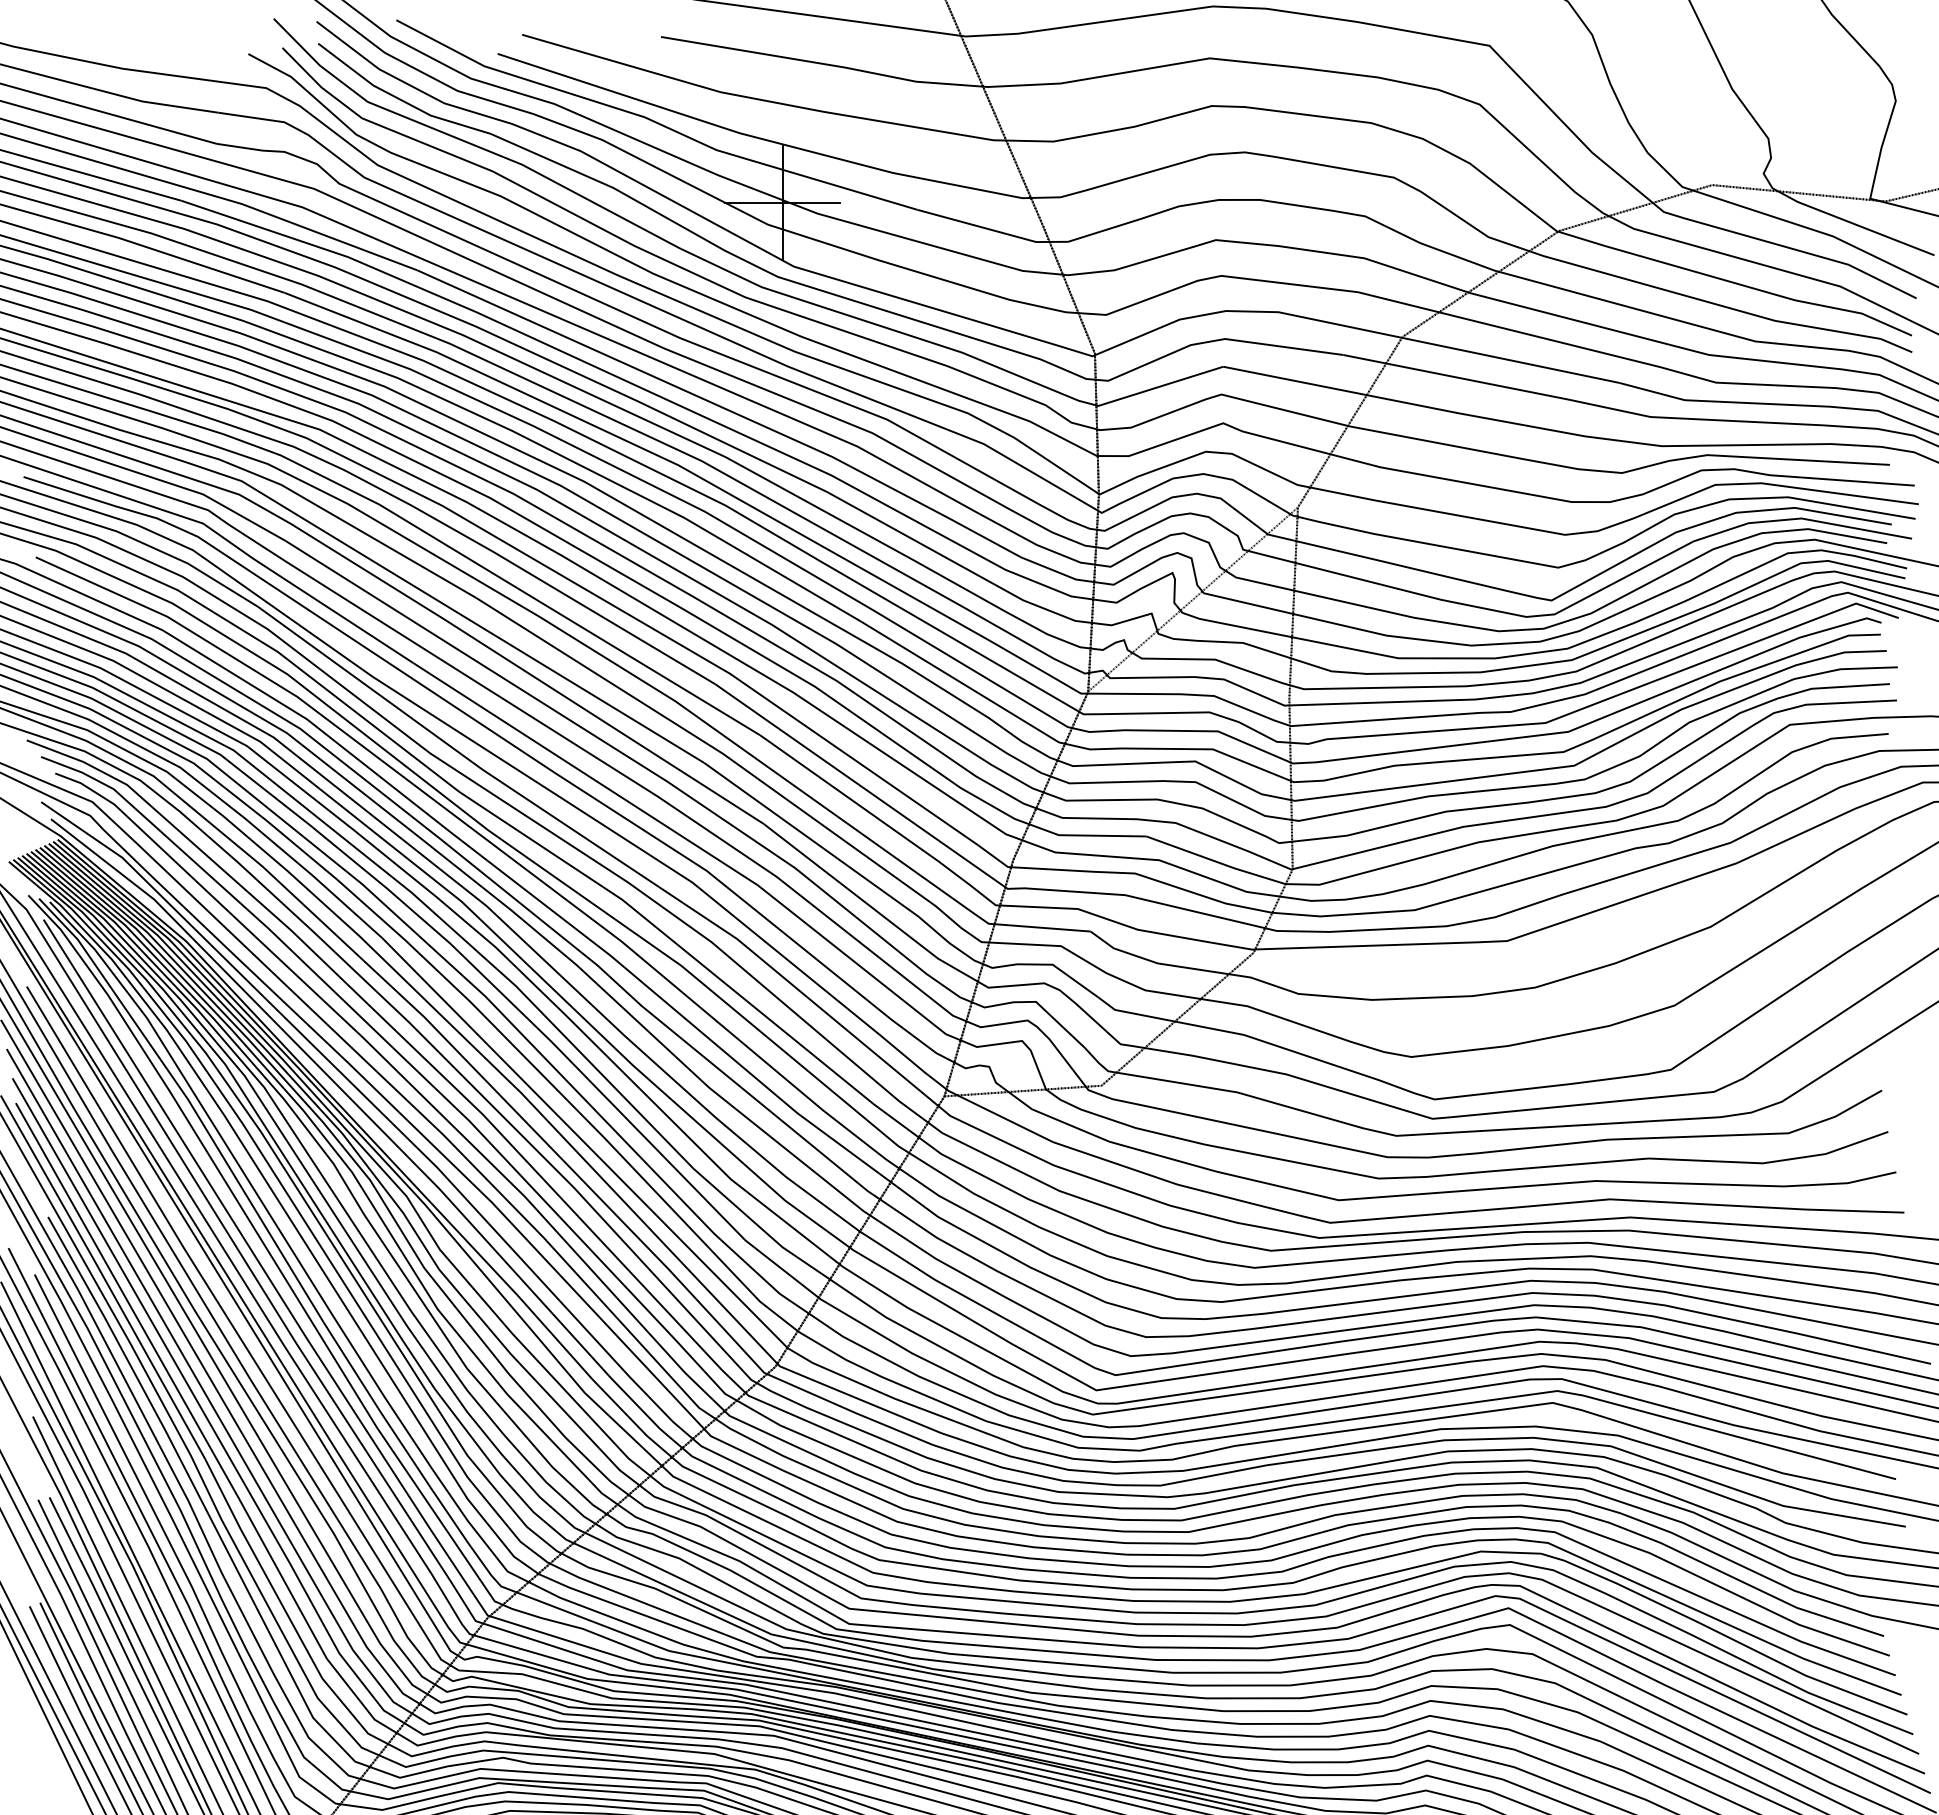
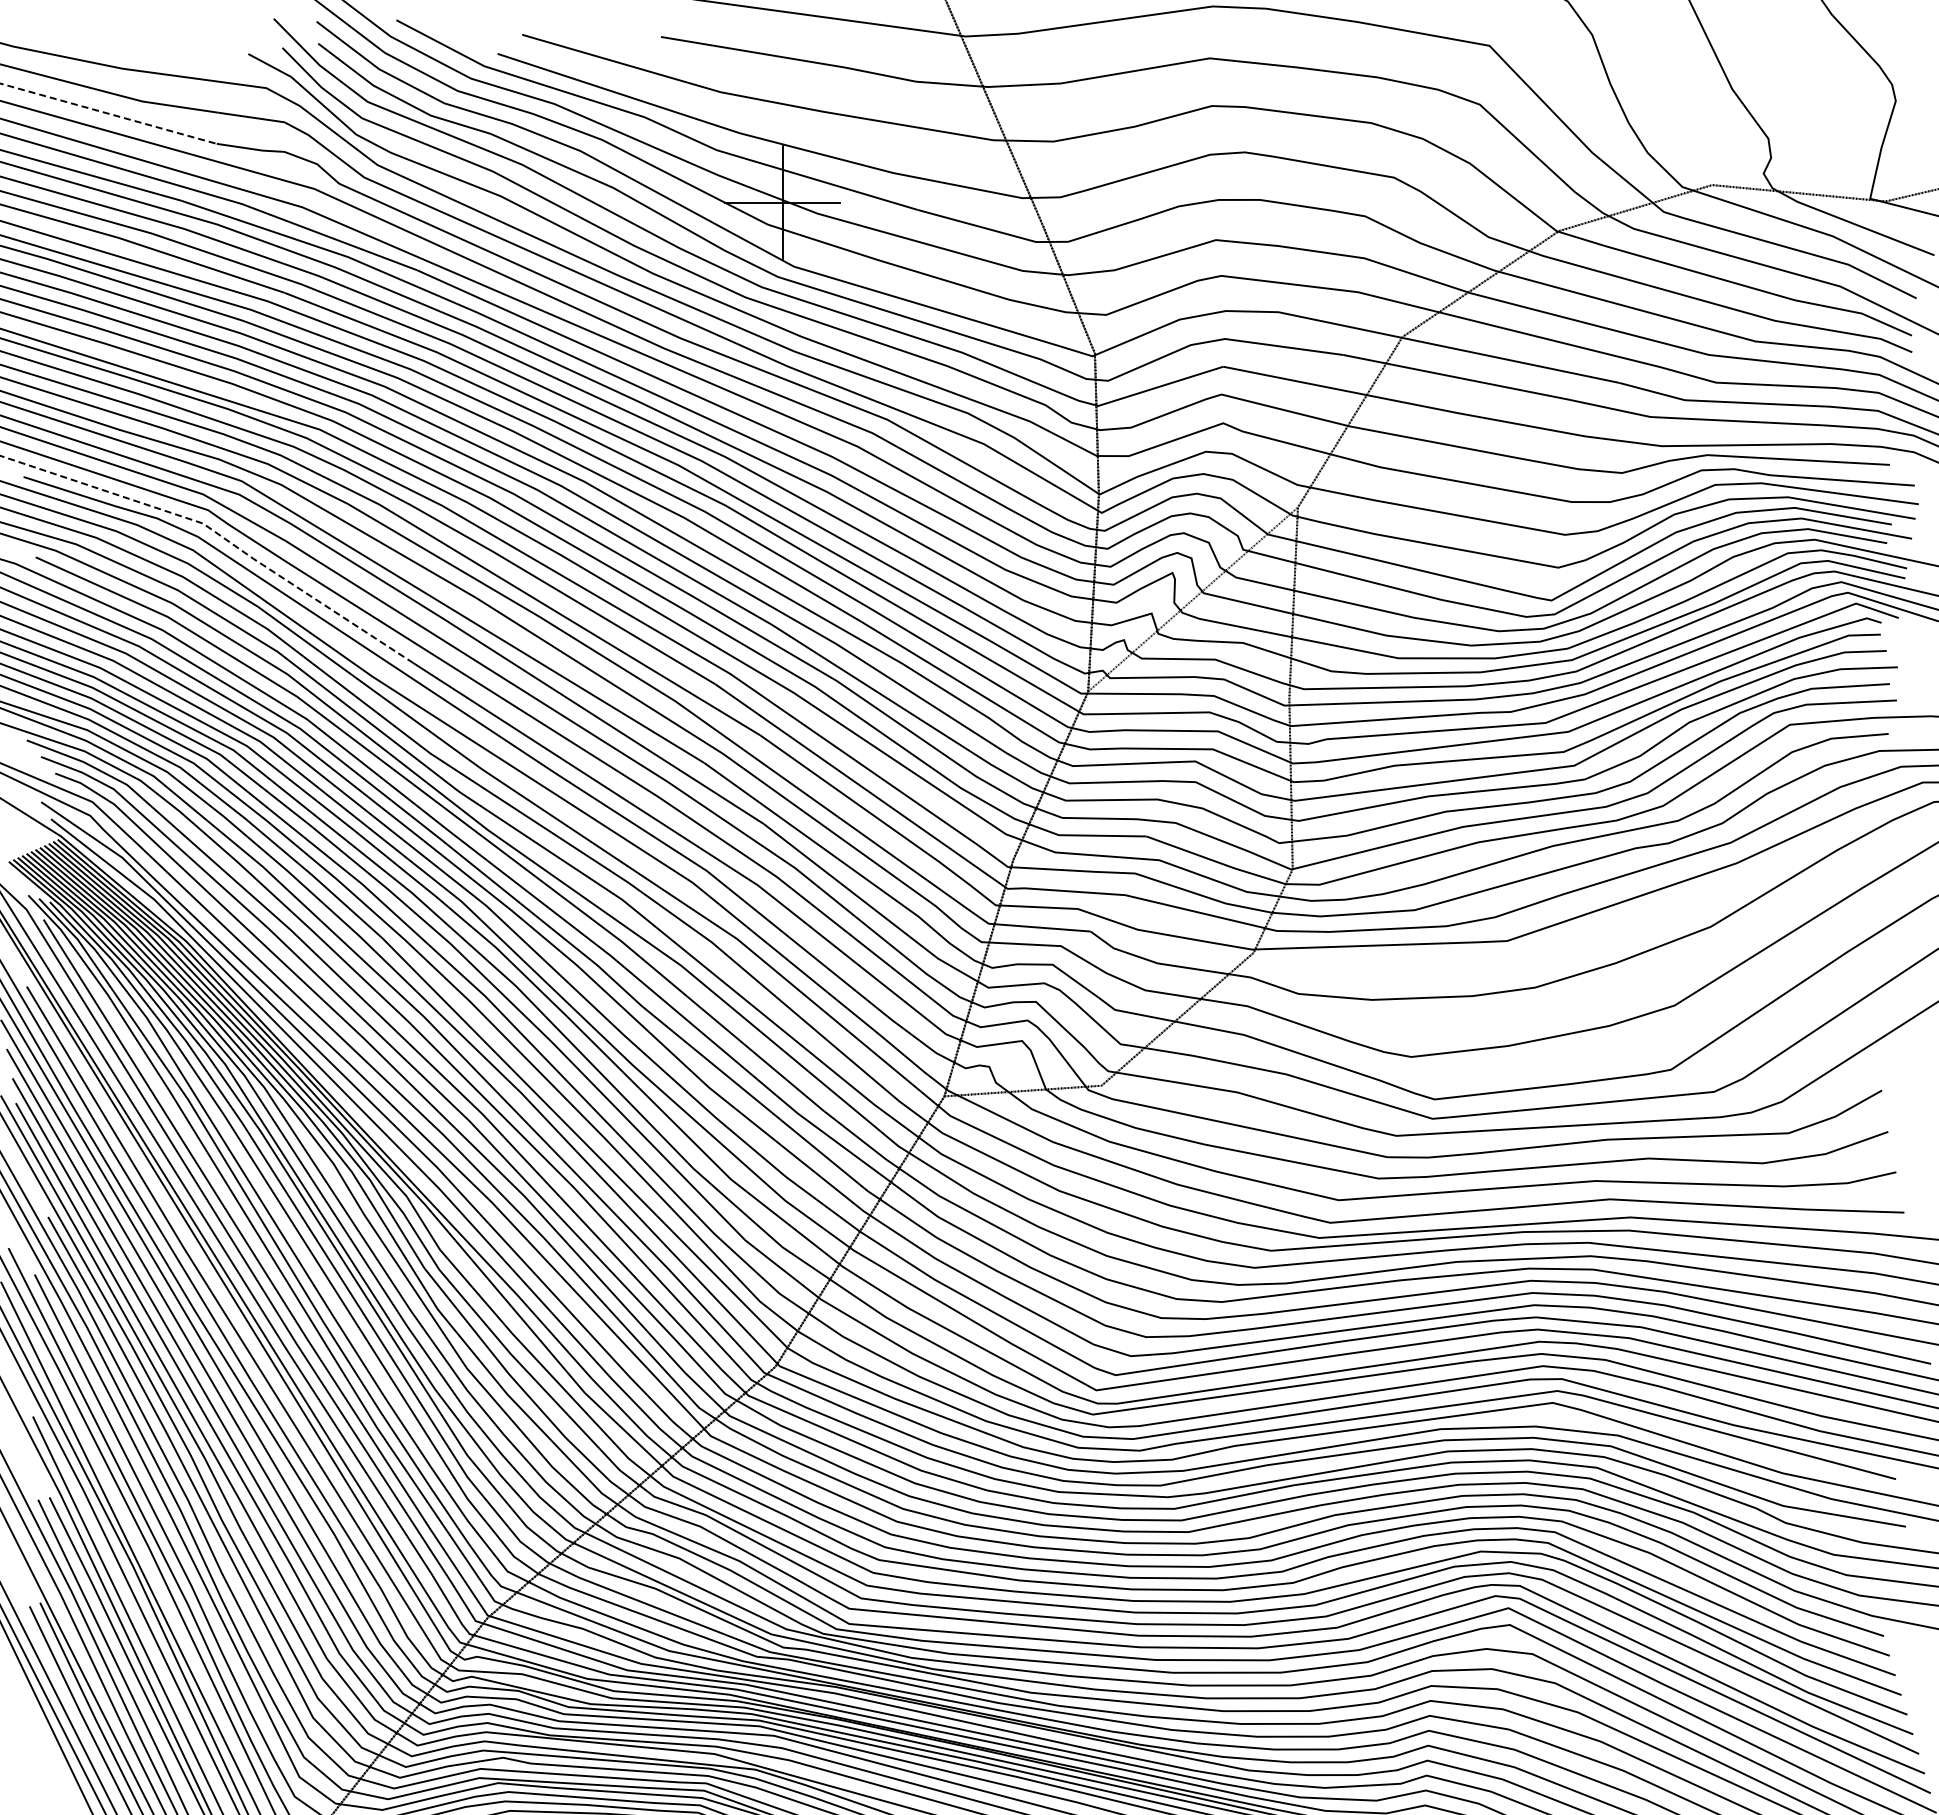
line at (108, 113): solid -> dashed
line at (219, 534): solid -> dashed
